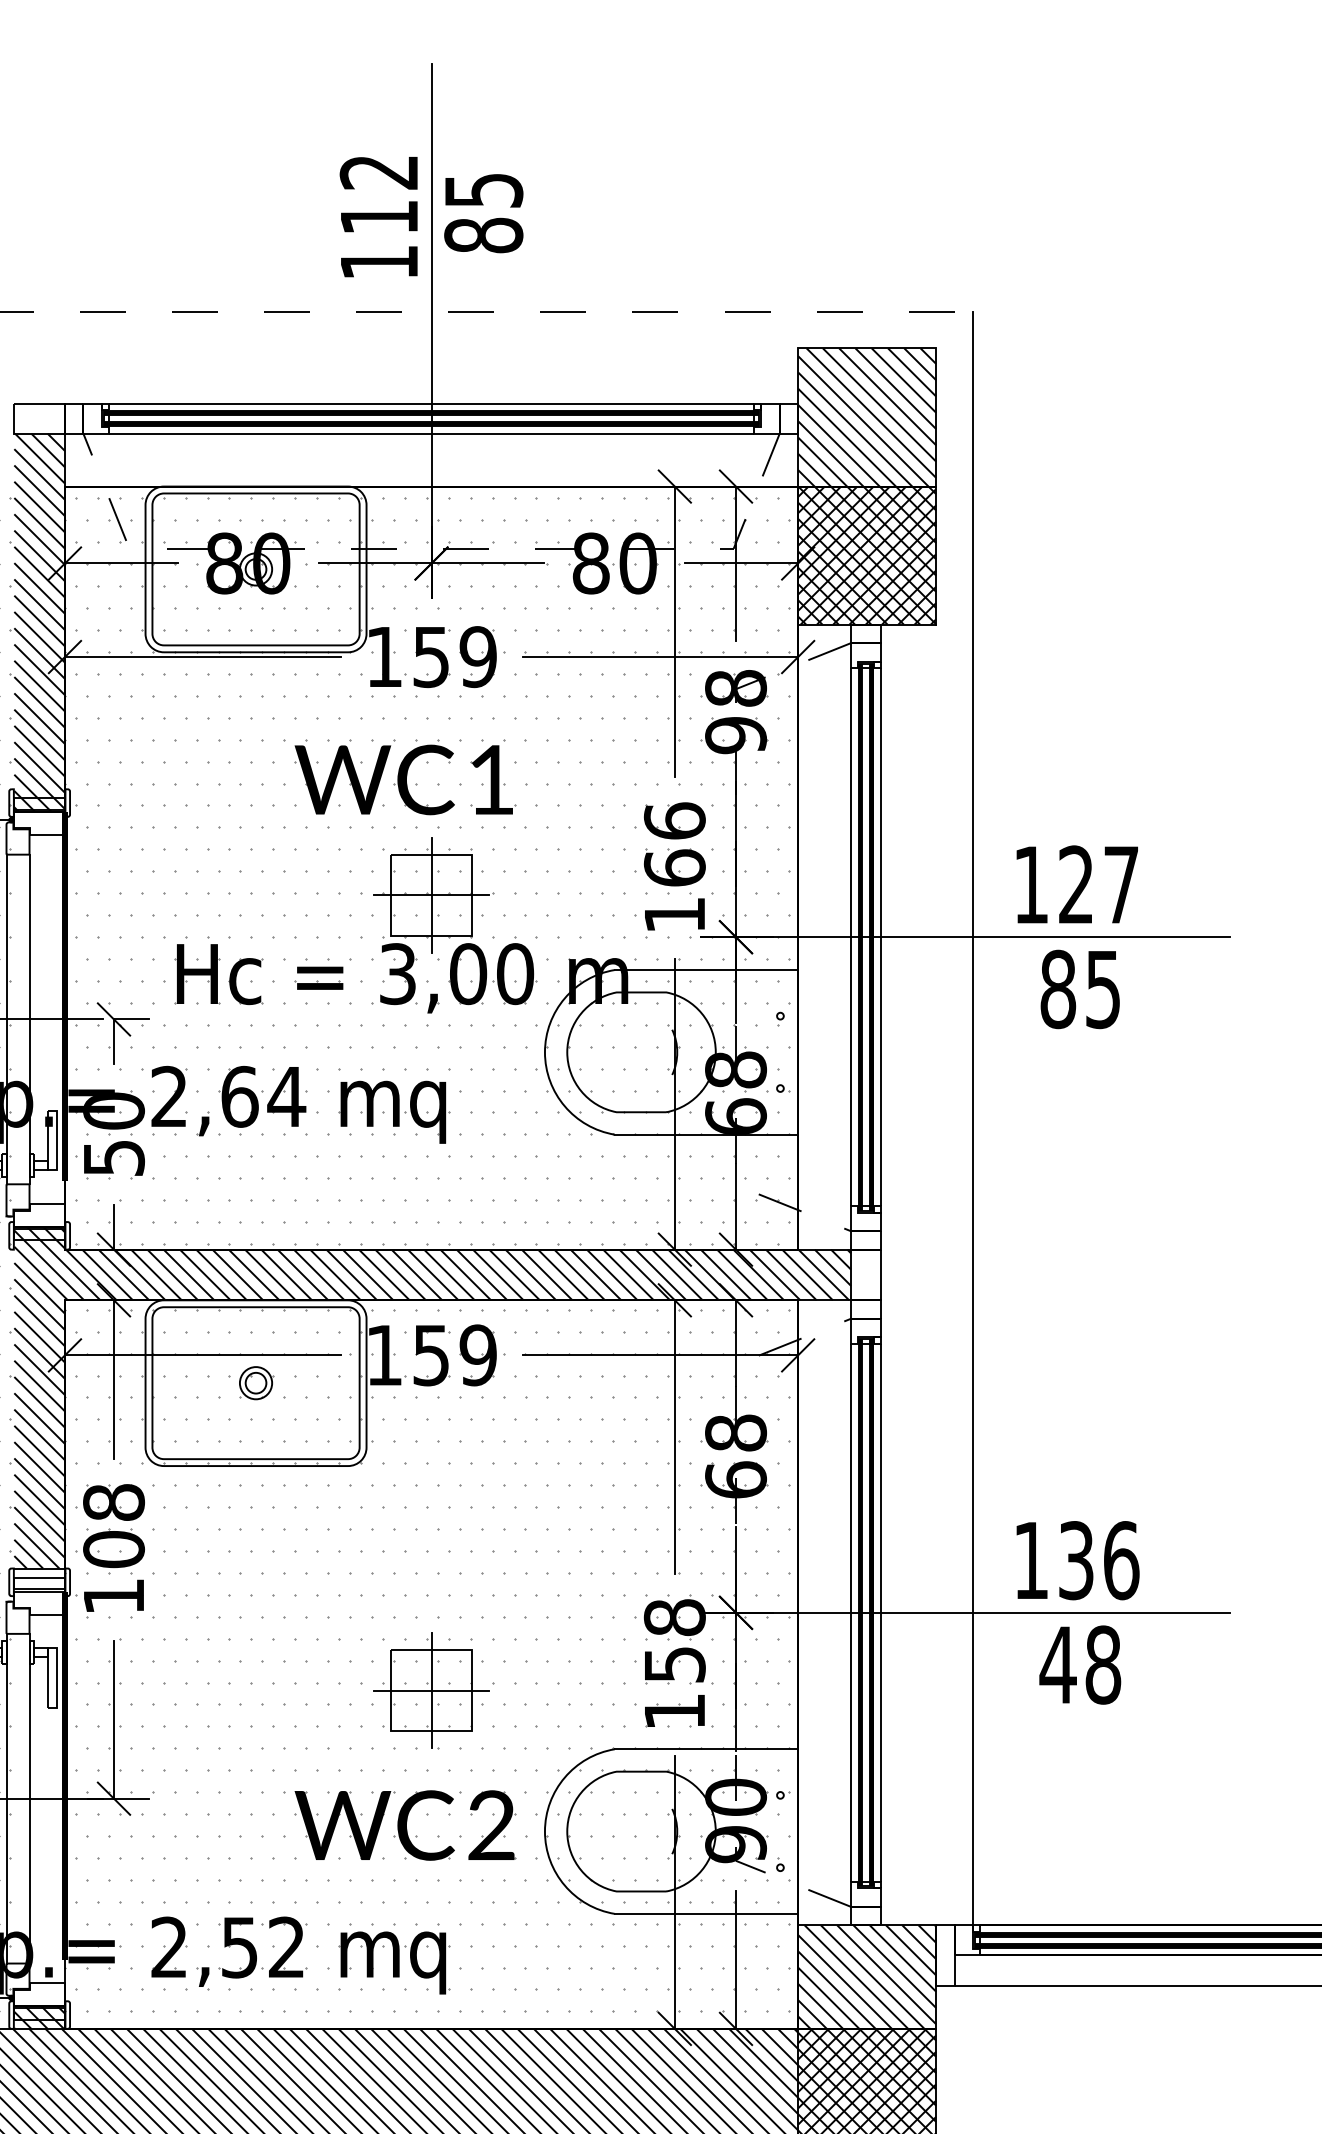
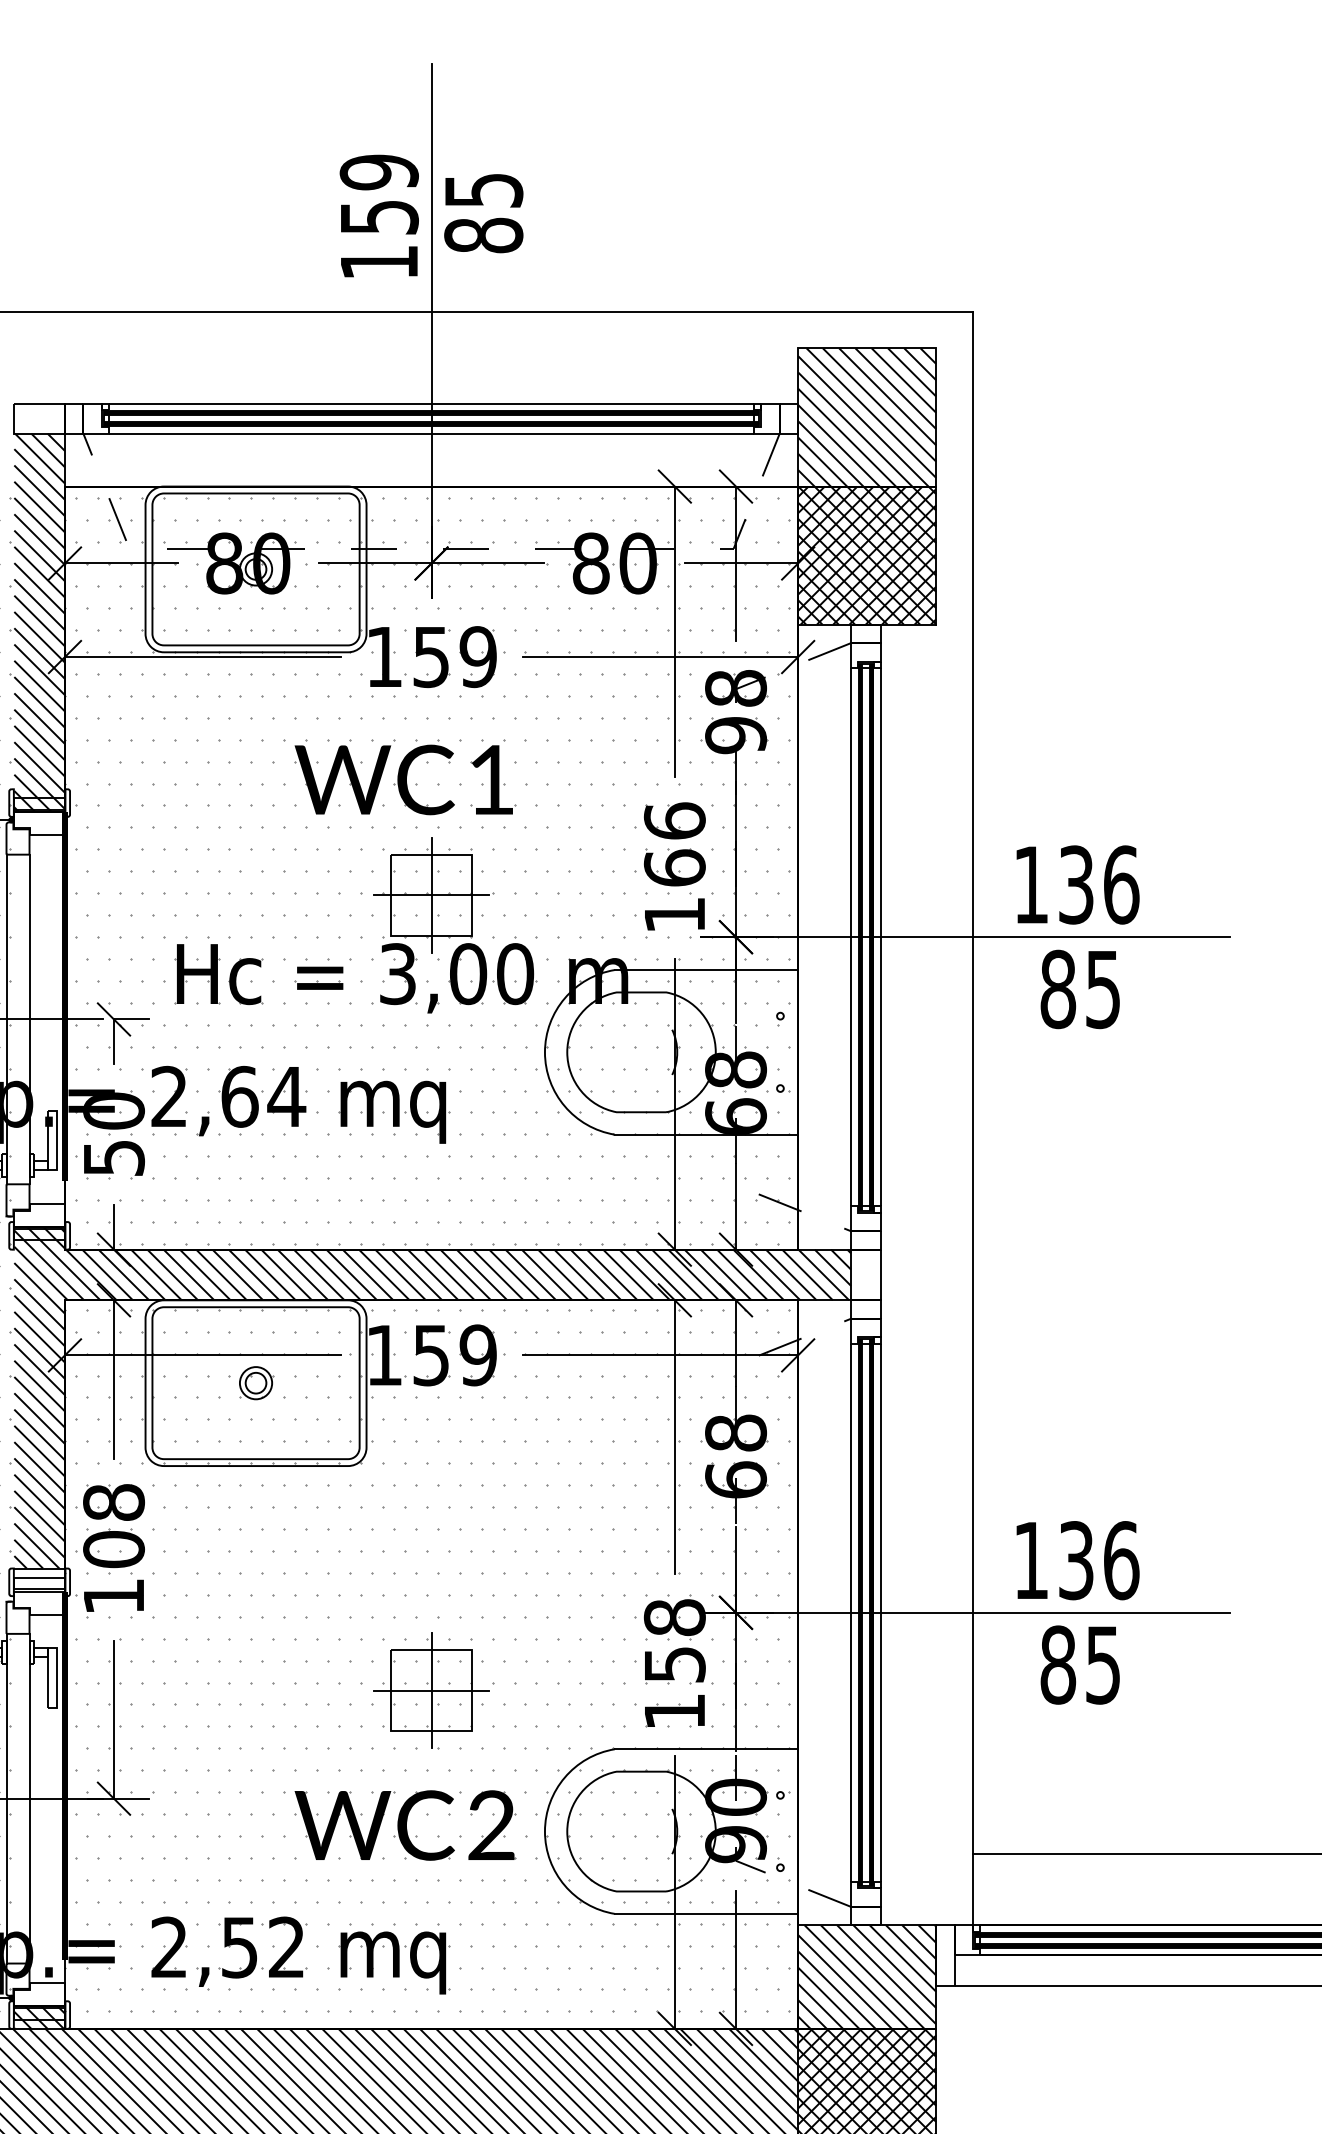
text at (378, 194): 112 -> 159
line at (487, 311): dashed -> solid
text at (1099, 884): 127 -> 136
text at (1080, 1664): 48 -> 85
line at (1145, 1853): none -> present
